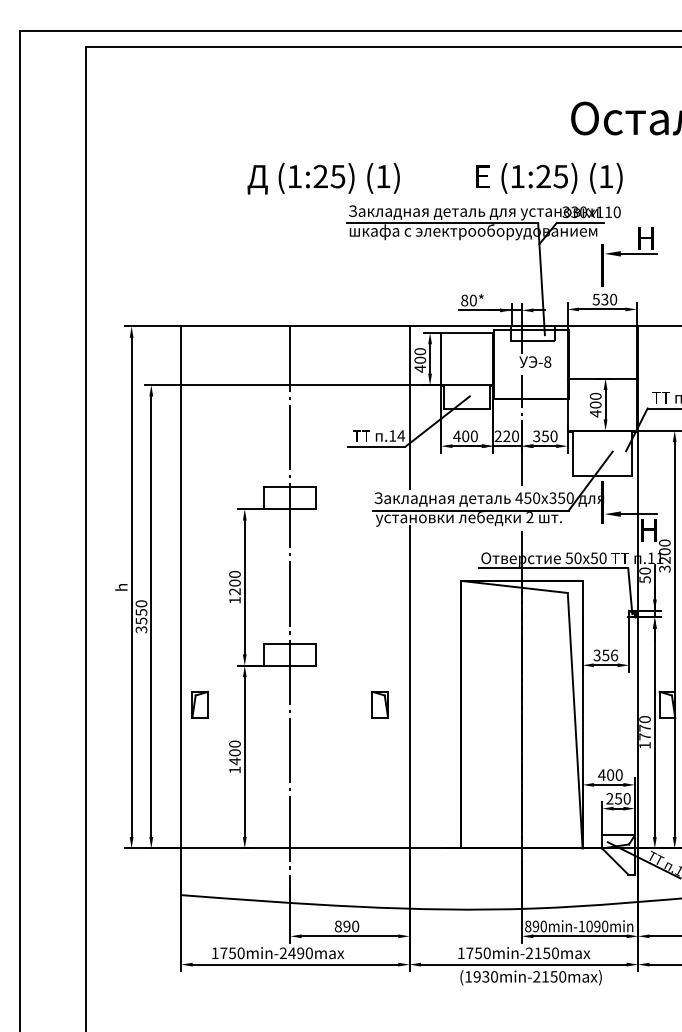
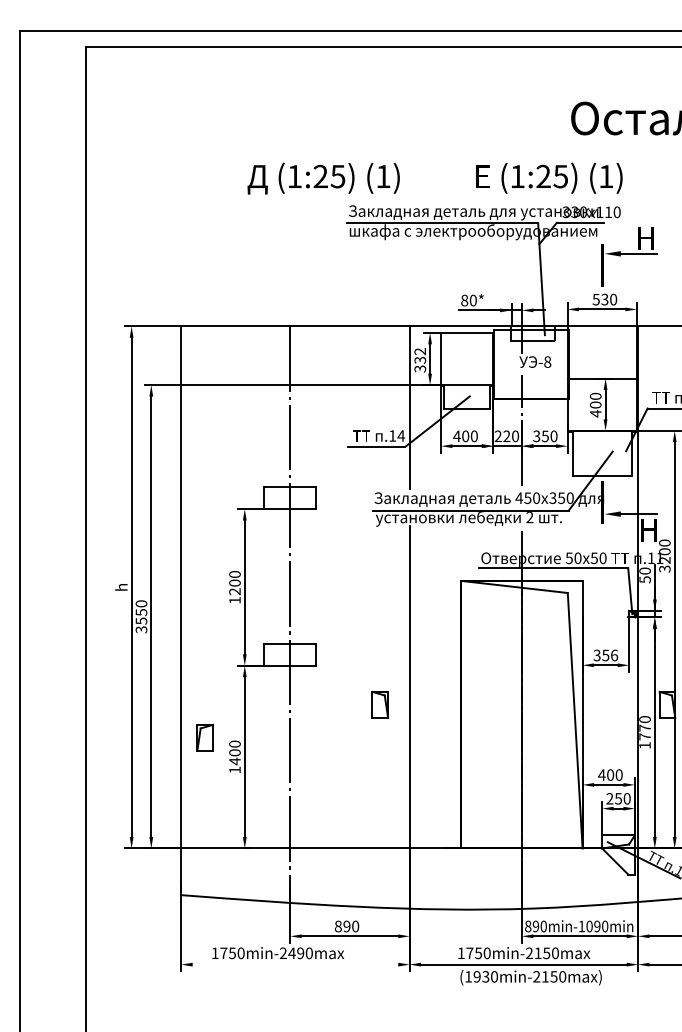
text at (420, 360): 400 -> 332
part at (199, 704) position: (199, 704) -> (204, 737)
line at (295, 964): present -> none
